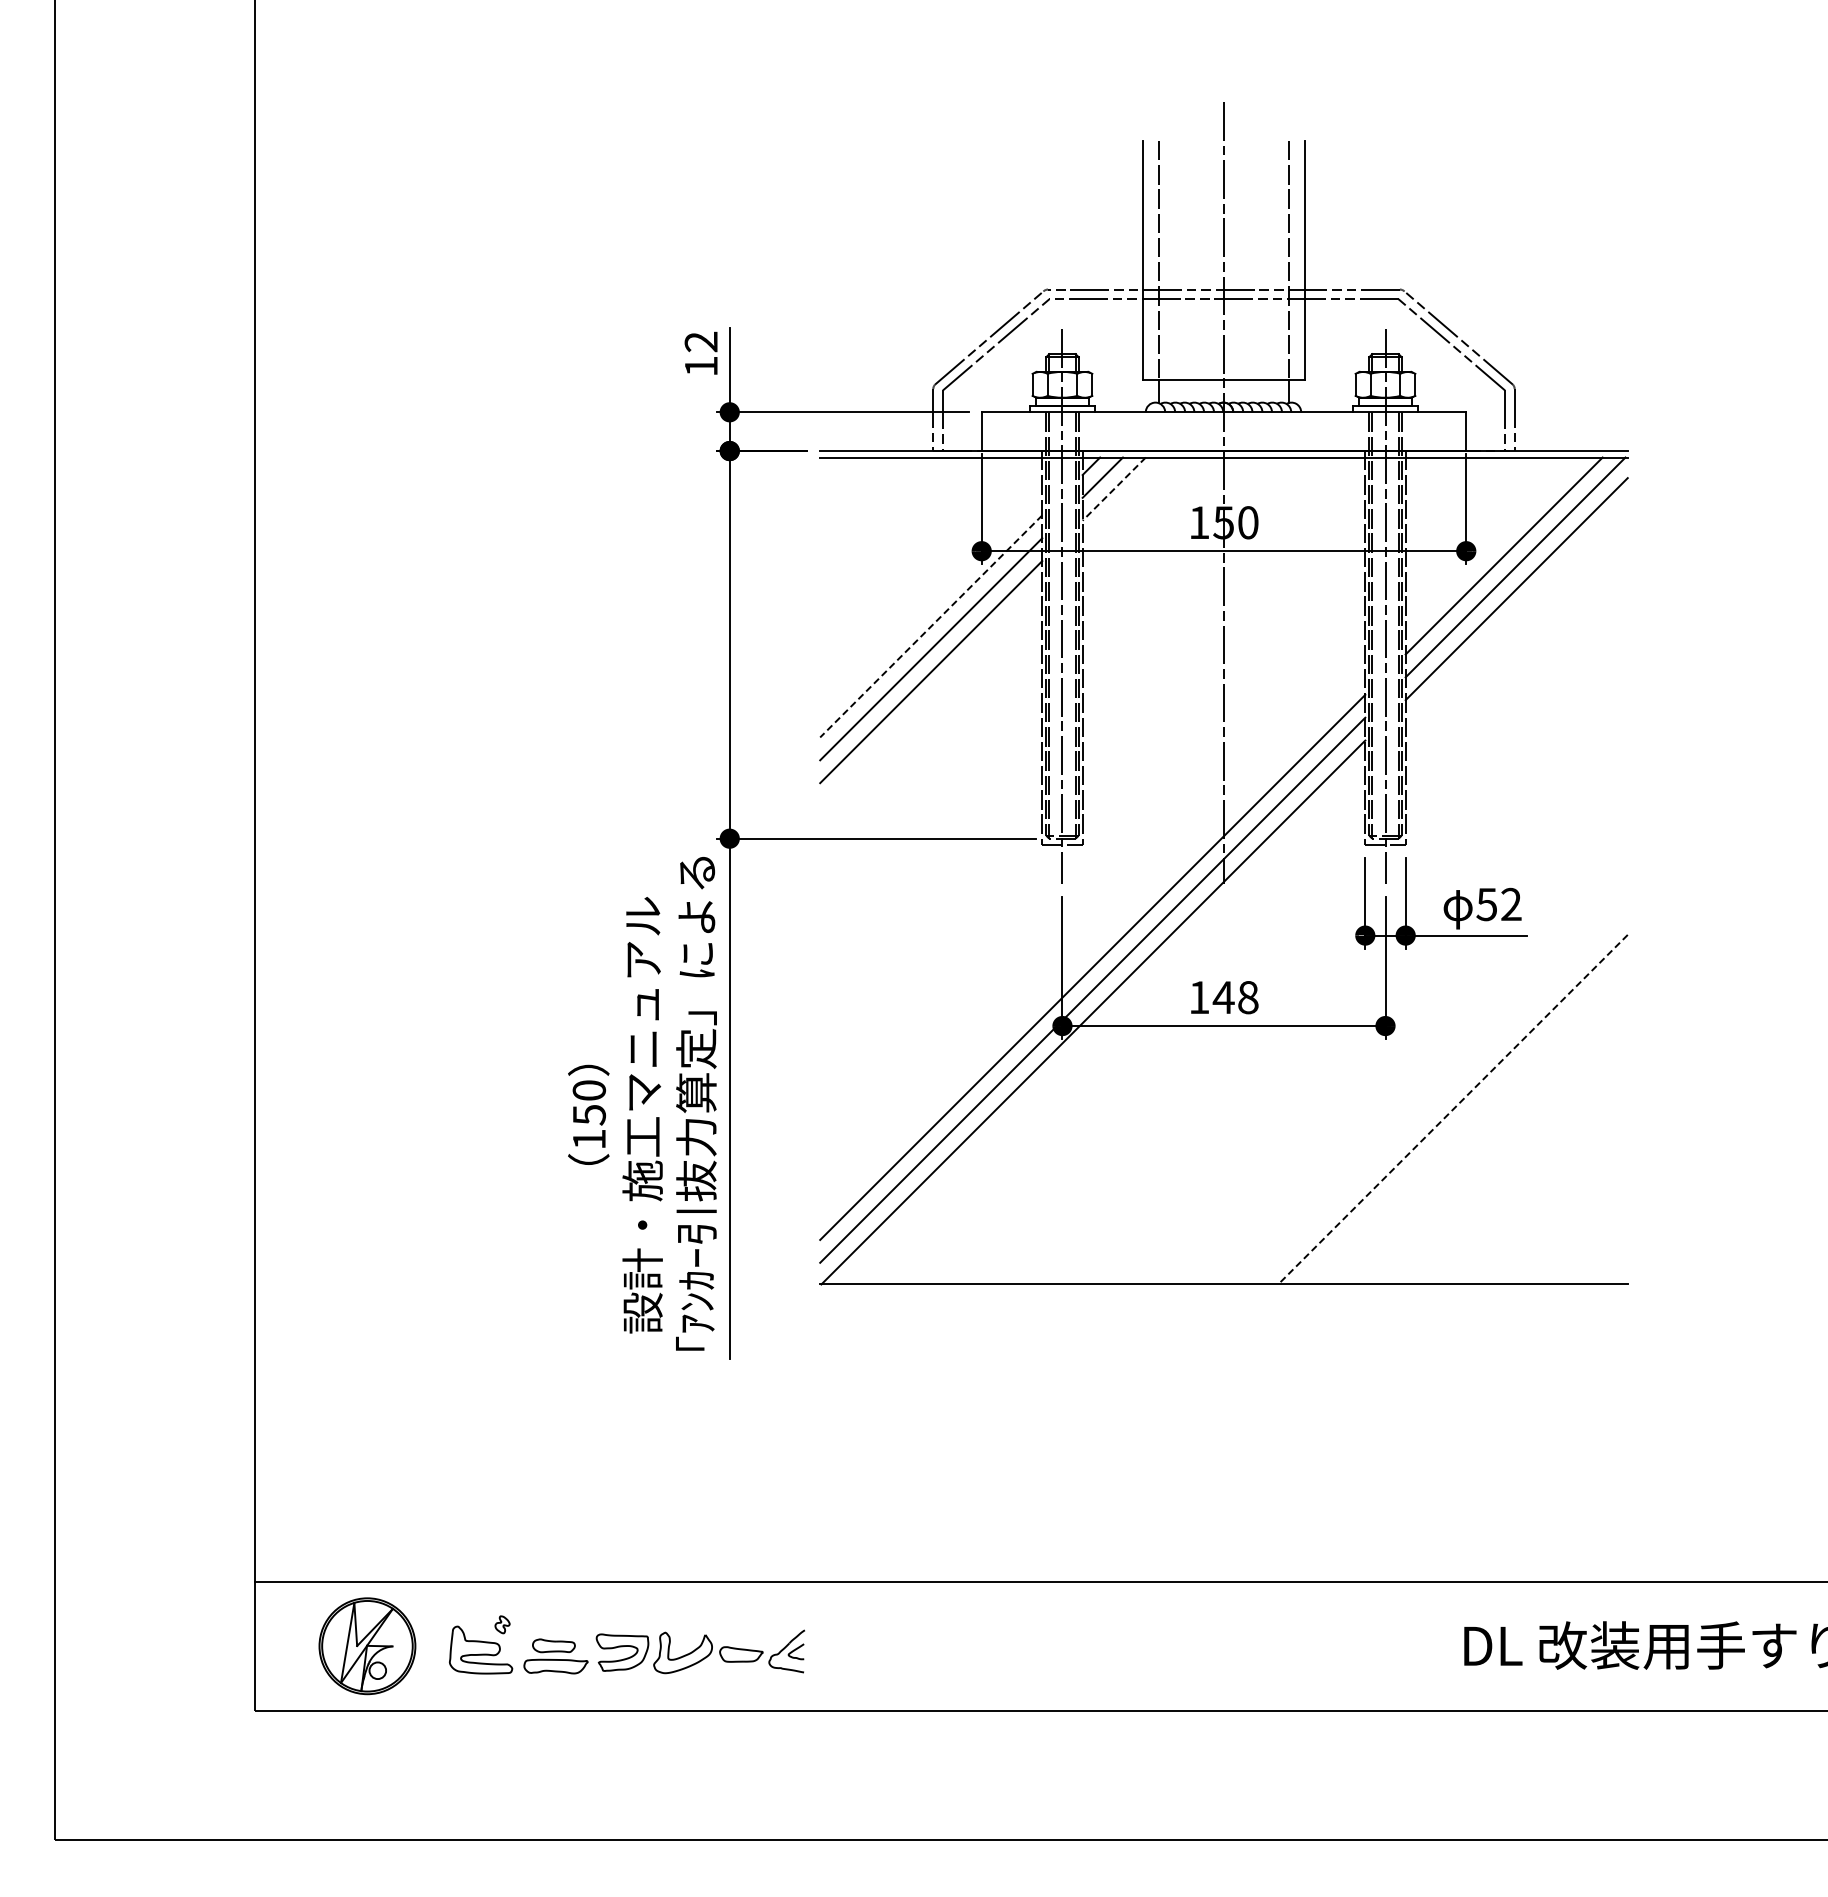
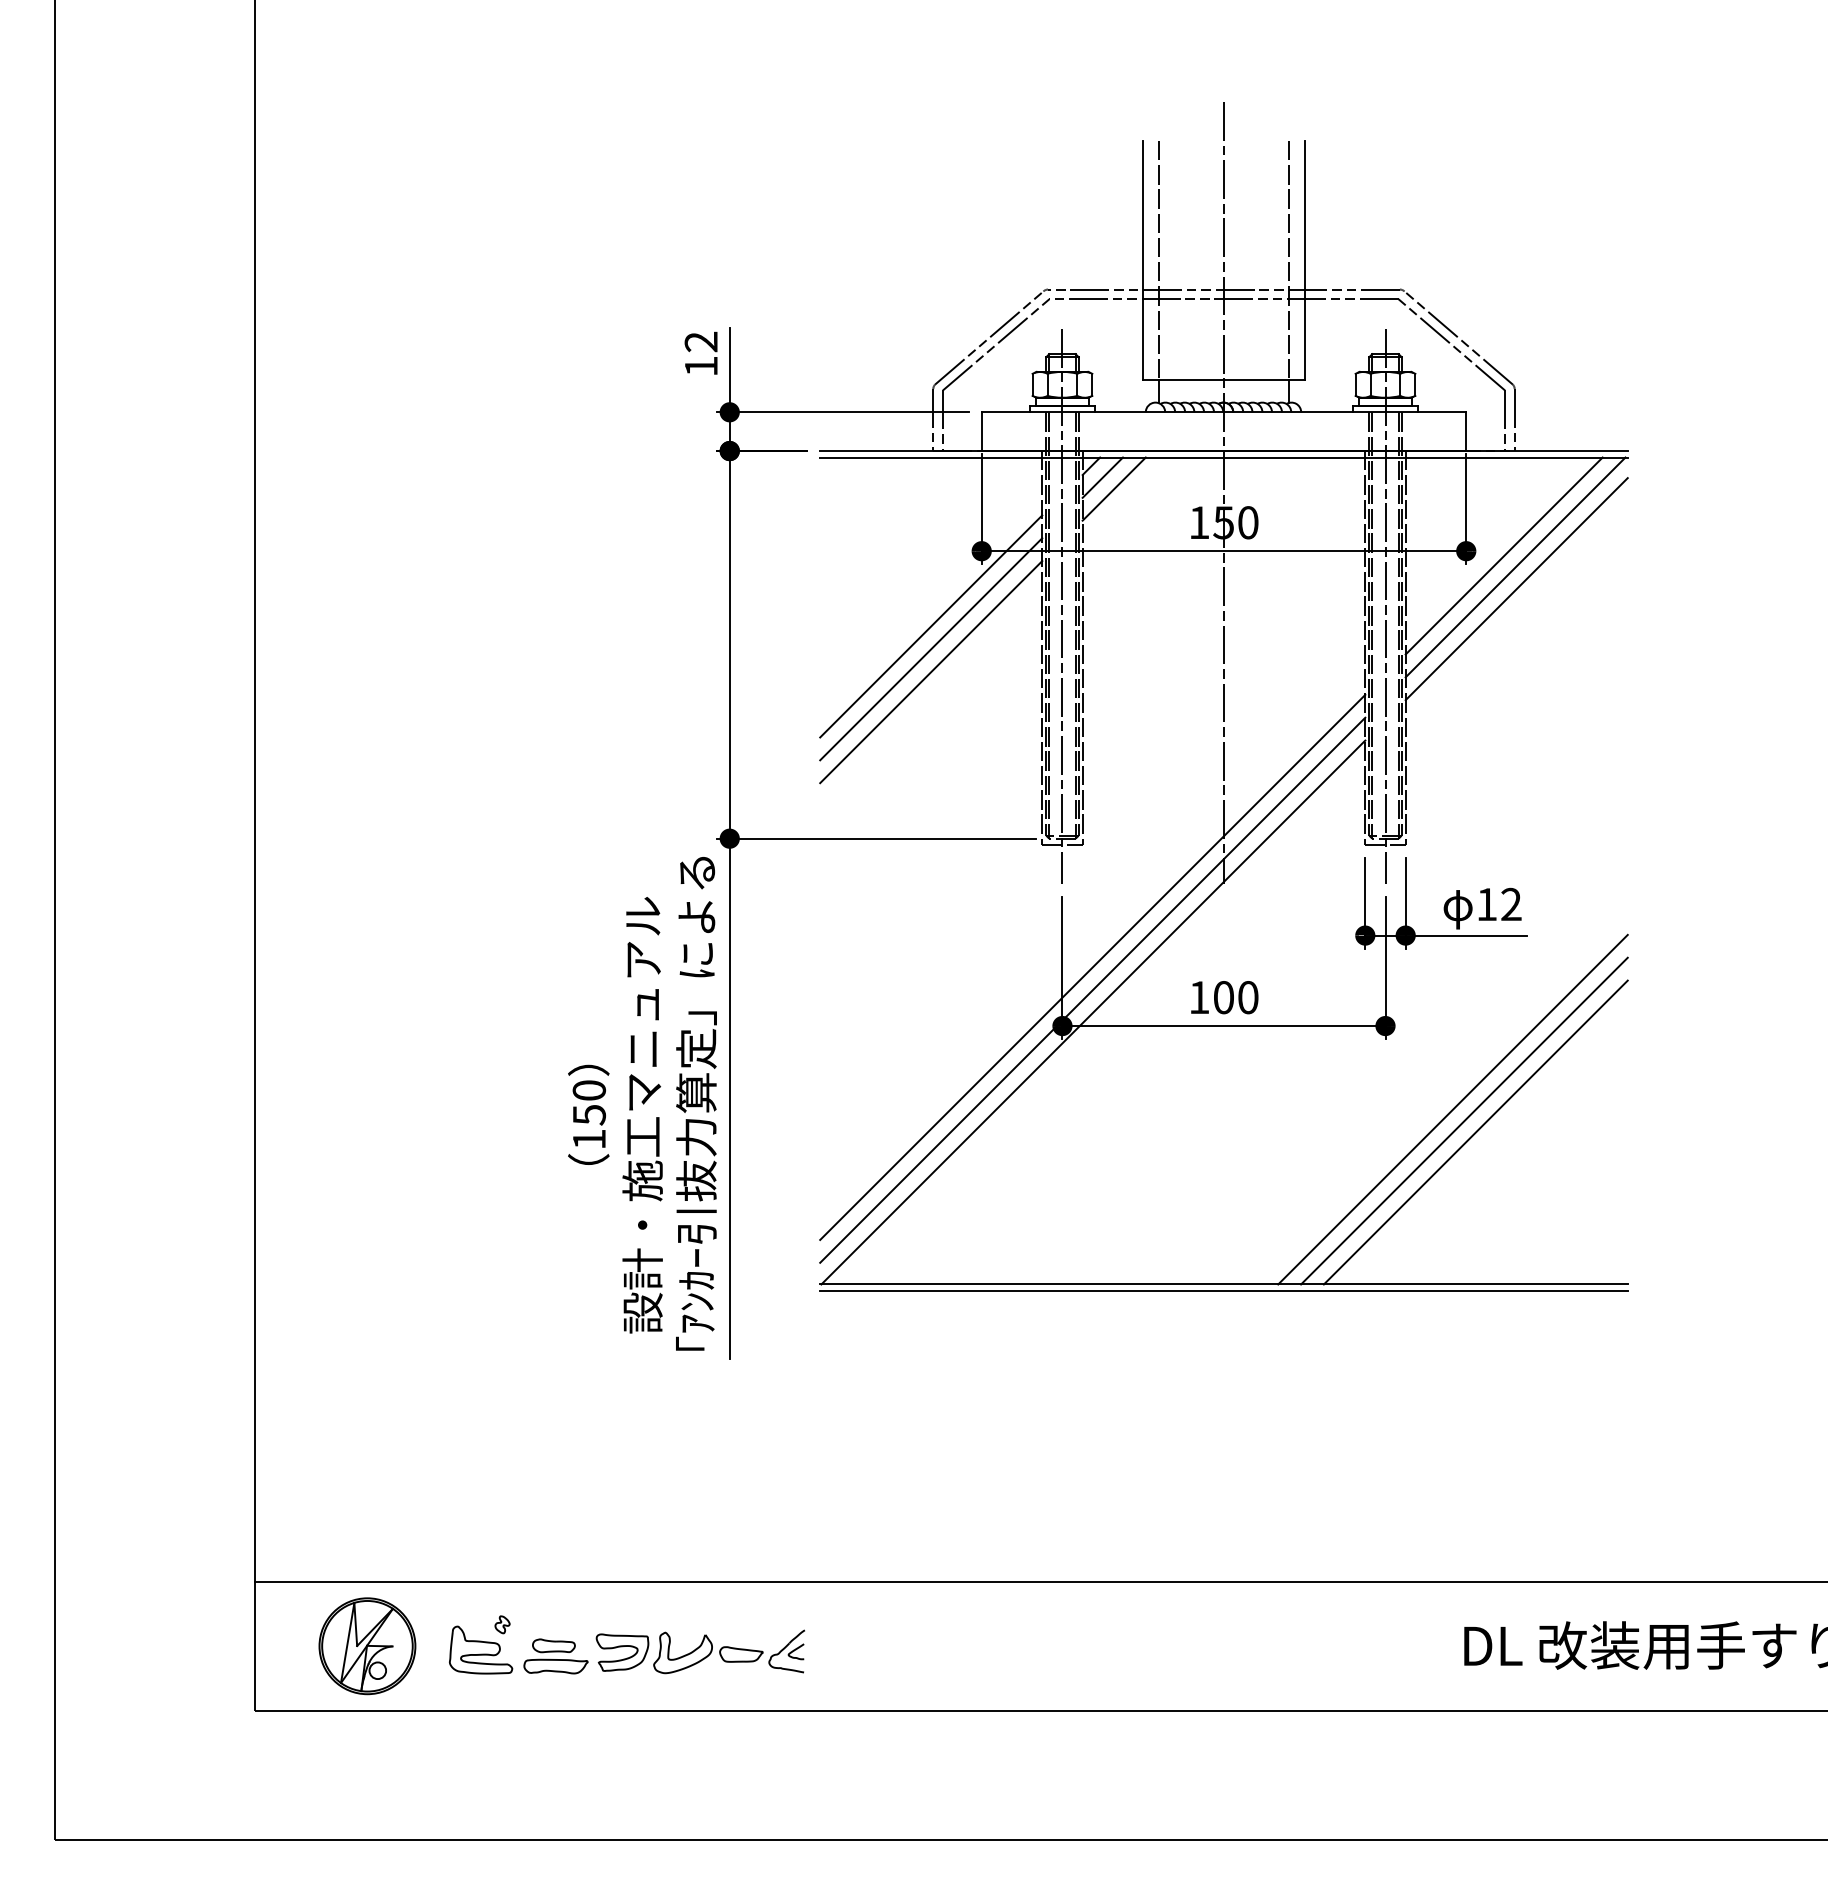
line at (1114, 489): dashed -> solid
line at (930, 626): dashed -> solid
text at (1486, 904): 52 -> 12
text at (1235, 997): 148 -> 100
line at (1452, 1110): dashed -> solid
line at (1464, 1120): none -> present
line at (1475, 1132): none -> present
line at (1223, 1290): none -> present
